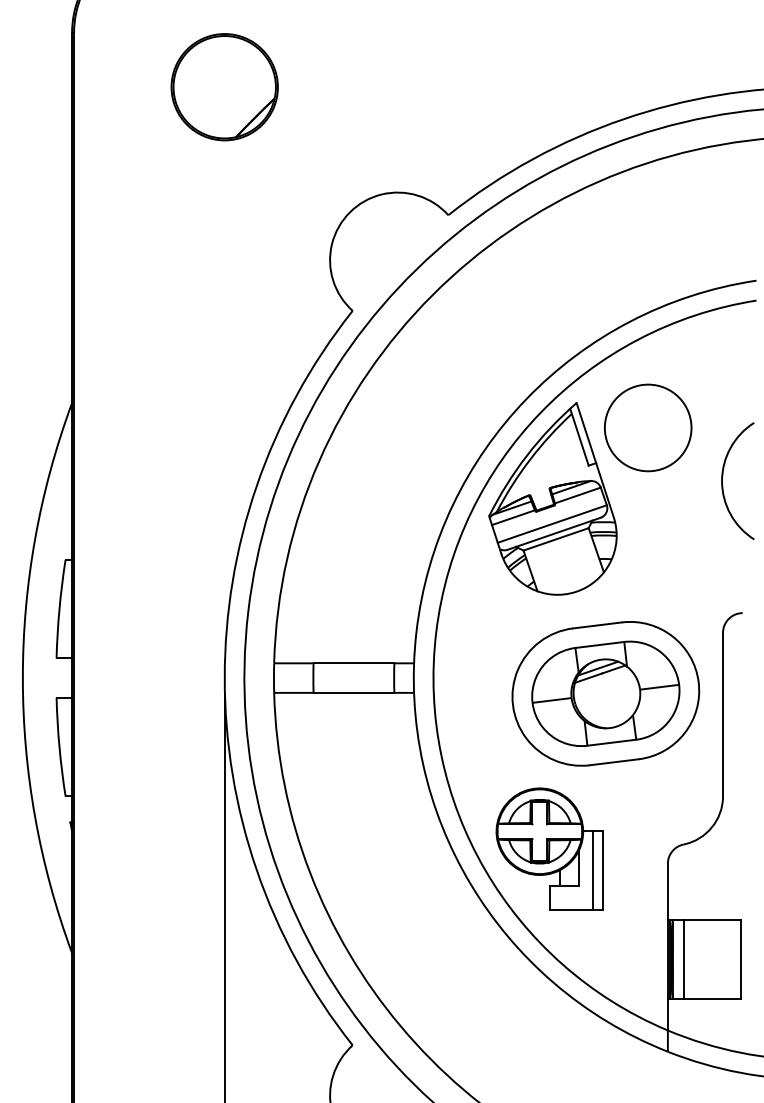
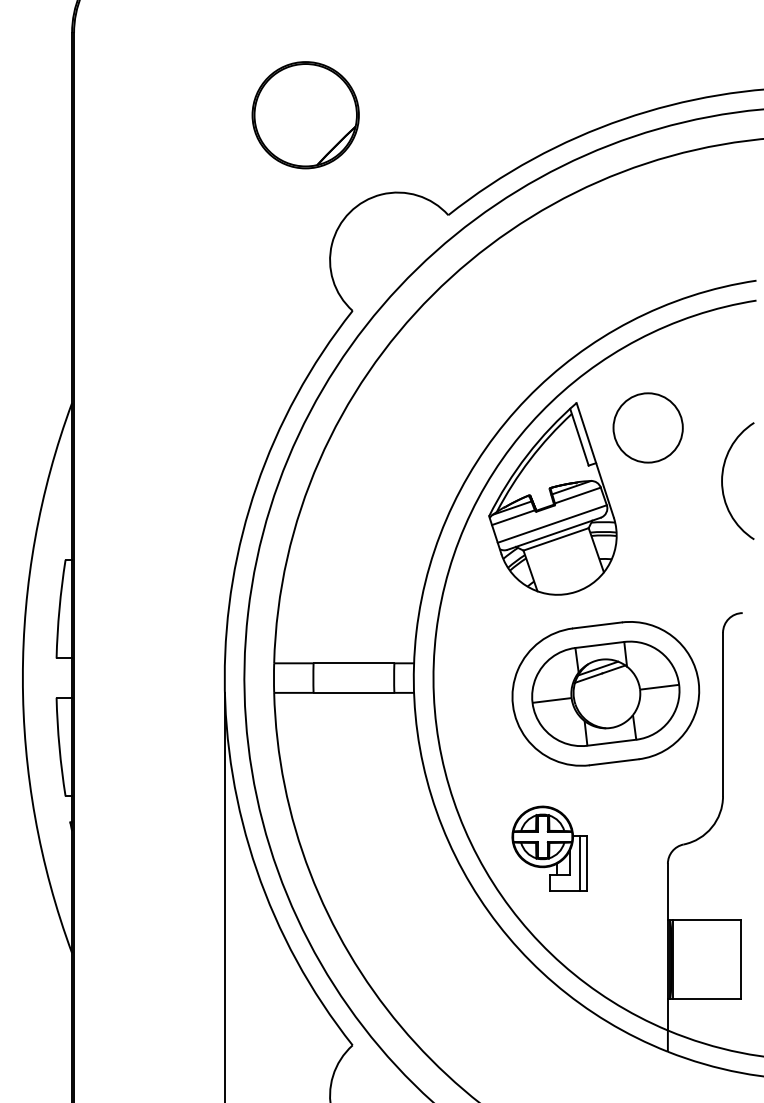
part at (224, 87) position: (224, 87) -> (305, 115)
circle at (647, 427) diameter: 87 px -> 69 px
part at (549, 848) size: 109x124 px -> 77x87 px
line at (683, 959): present -> none
